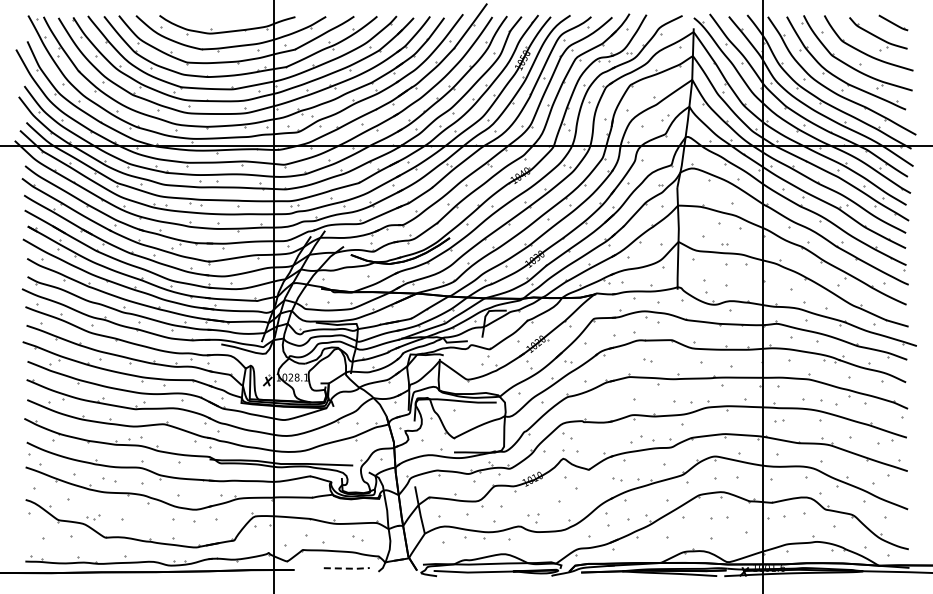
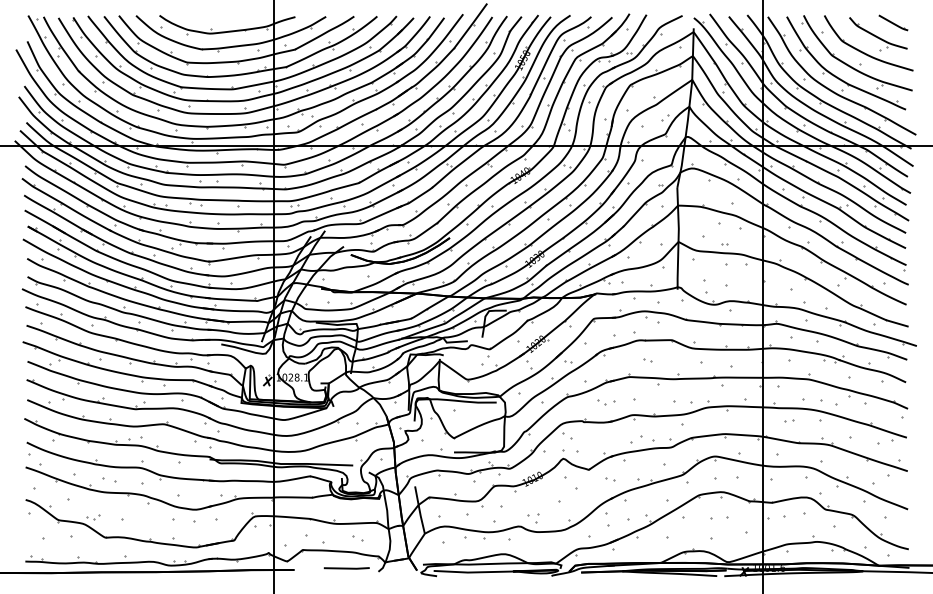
part at (606, 402): none -> present
part at (779, 420) position: (779, 420) -> (789, 420)
part at (617, 479) position: (617, 479) -> (610, 479)
line at (347, 568): dashed -> solid
